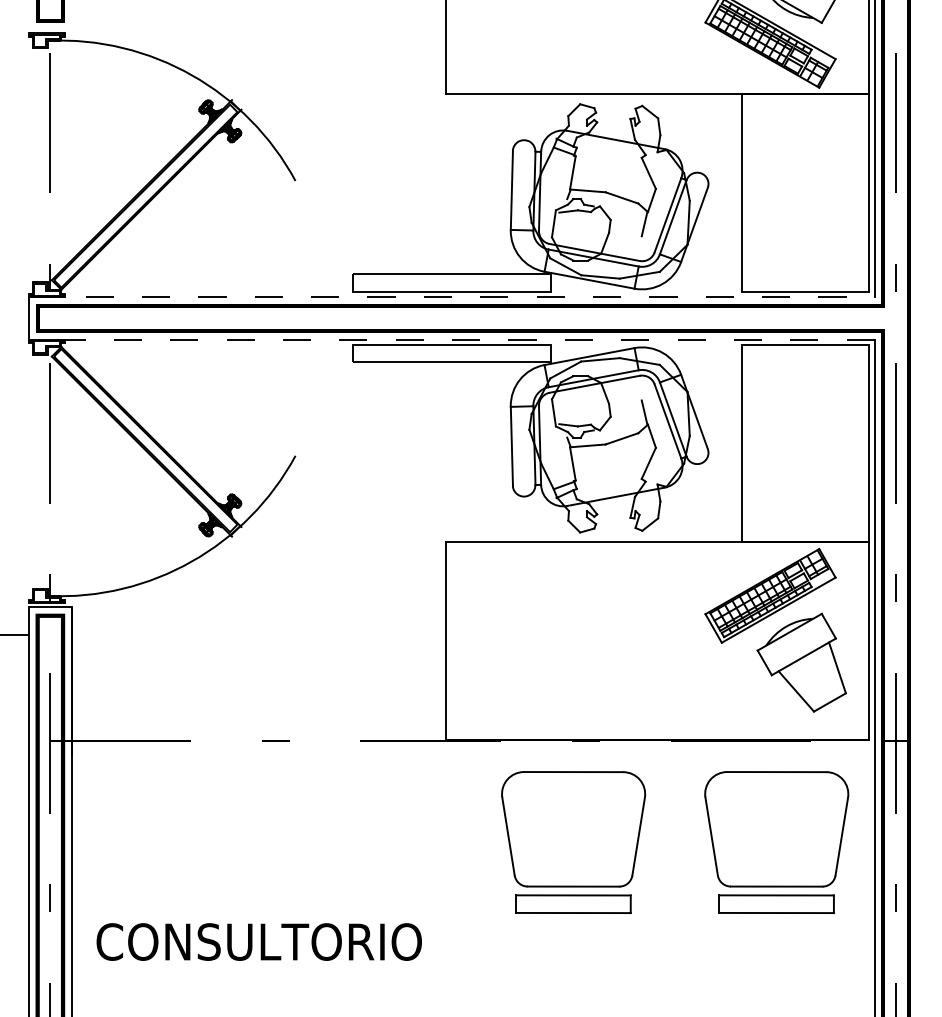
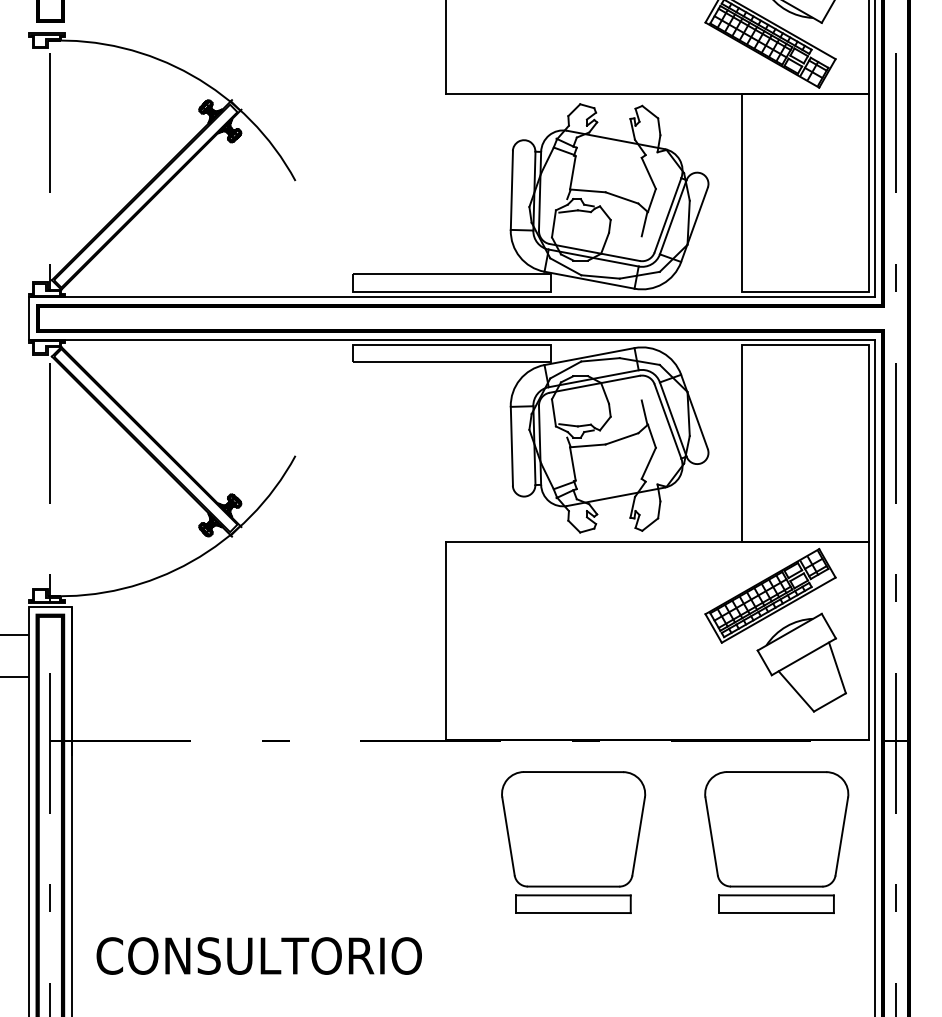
line at (452, 297): dashed -> solid
line at (452, 339): dashed -> solid
line at (15, 677): none -> present
text at (258, 941) position: (258, 941) -> (258, 955)
